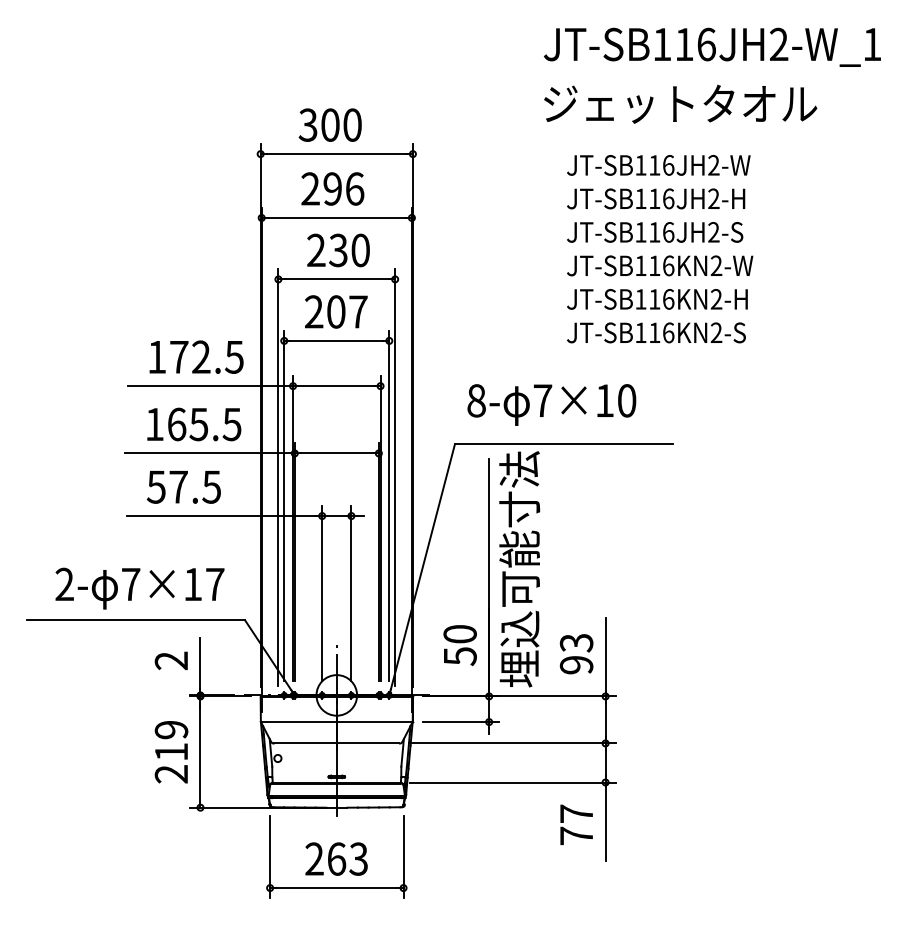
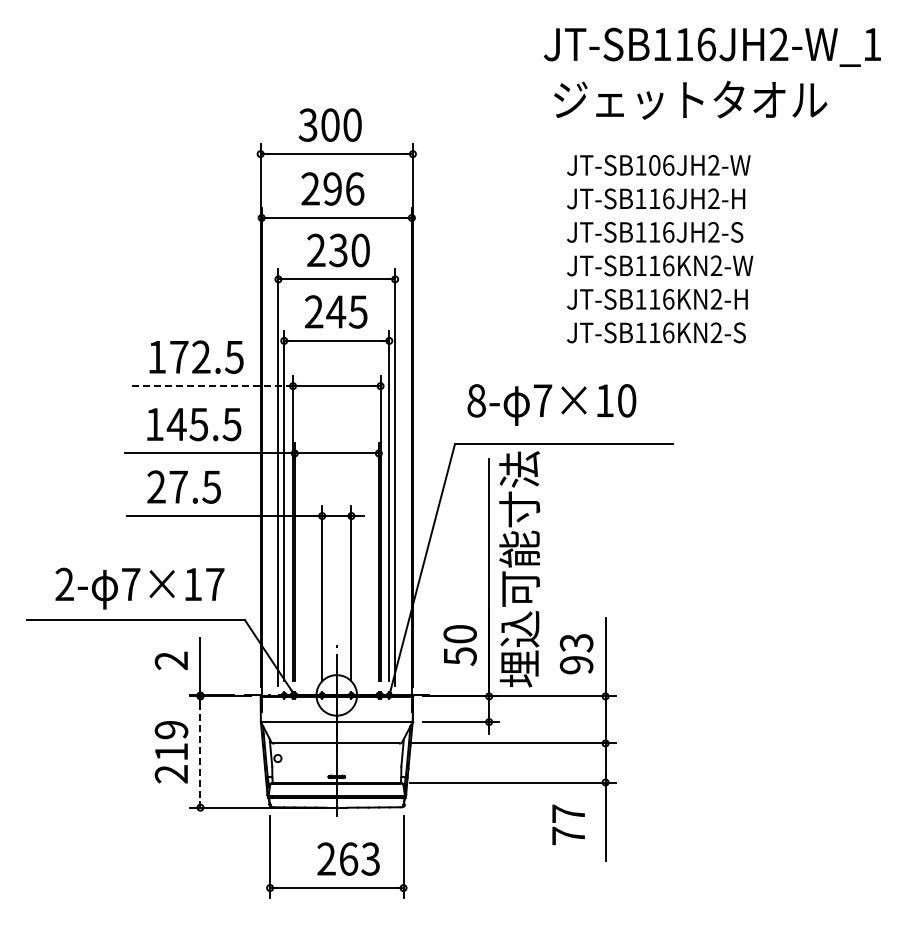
text at (680, 103) position: (680, 103) -> (690, 99)
text at (654, 165): JT-SB116JH2-W -> JT-SB106JH2-W
text at (346, 311): 207 -> 245
line at (210, 386): solid -> dashed
text at (176, 424): 165.5 -> 145.5
text at (155, 486): 57.5 -> 27.5
line at (200, 752): solid -> dashed
text at (576, 824) position: (576, 824) -> (568, 824)
text at (336, 858) position: (336, 858) -> (348, 858)
